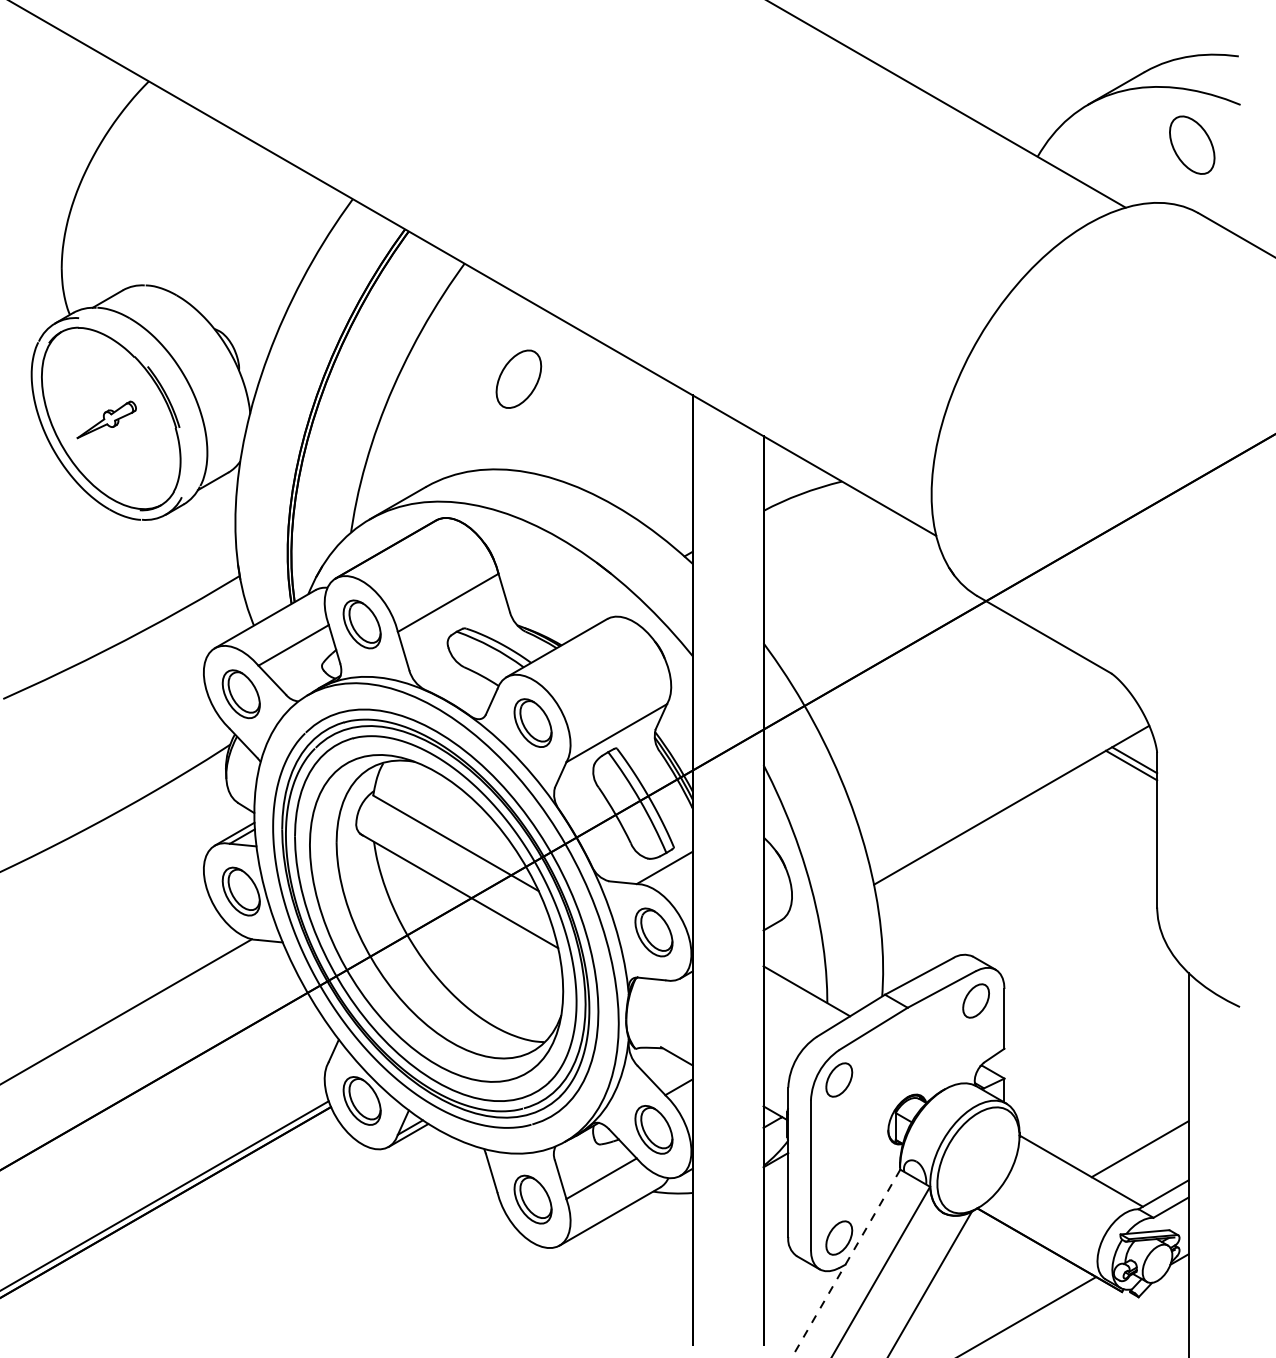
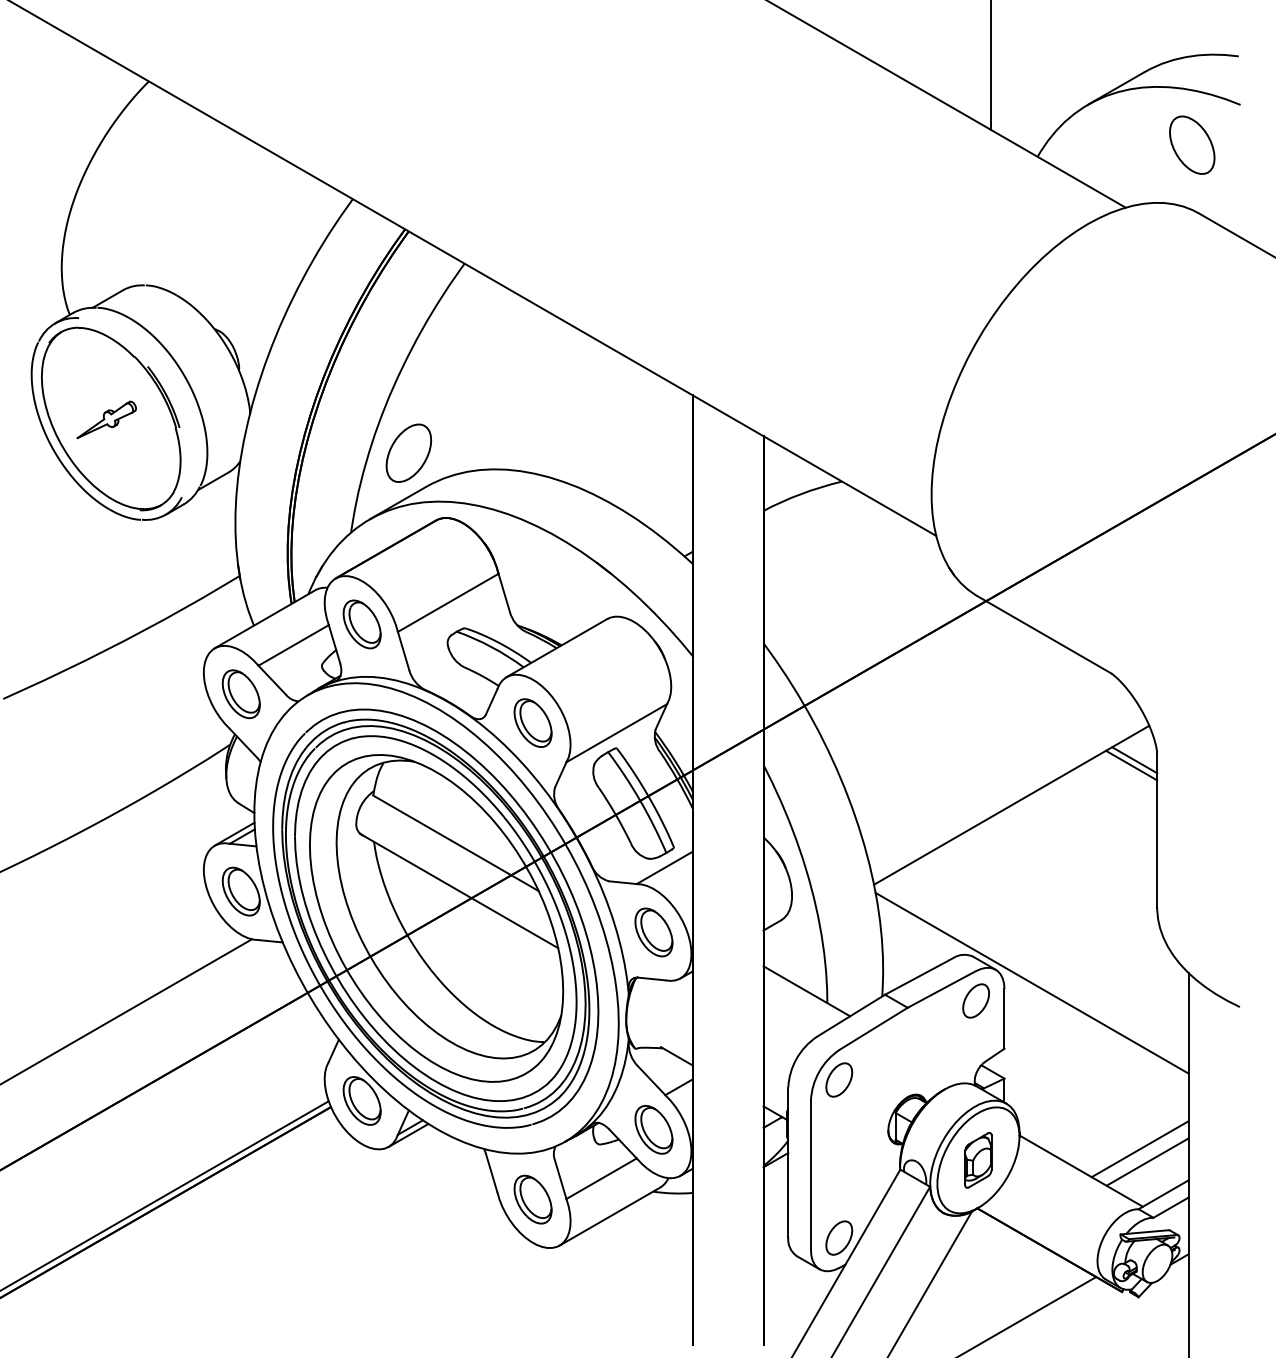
line at (991, 65): none -> present
part at (518, 378) position: (518, 378) -> (408, 452)
line at (1031, 982): none -> present
part at (978, 1160): none -> present
line at (1147, 1161): none -> present
line at (845, 1263): dashed -> solid
